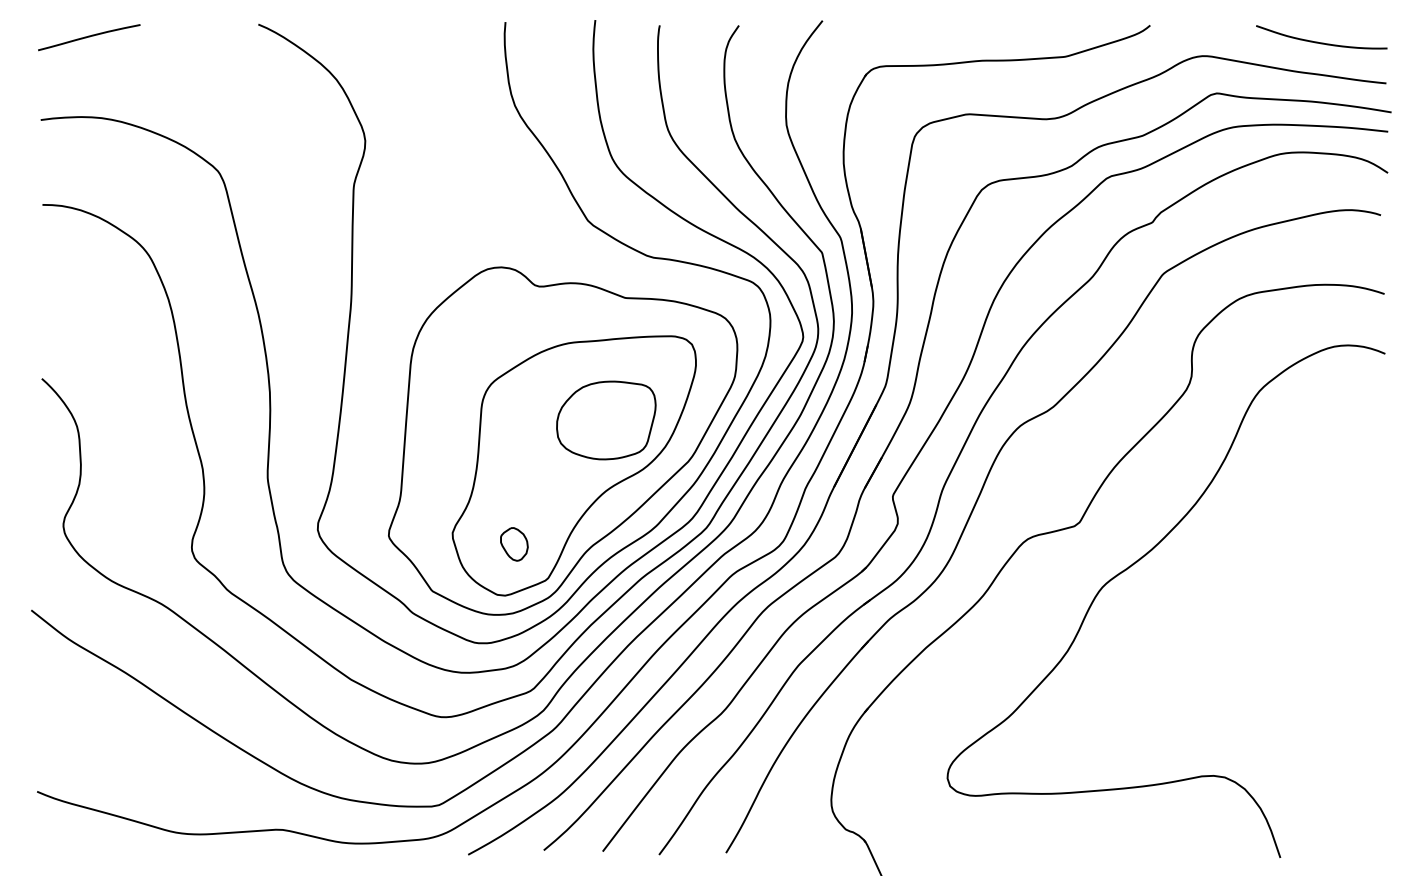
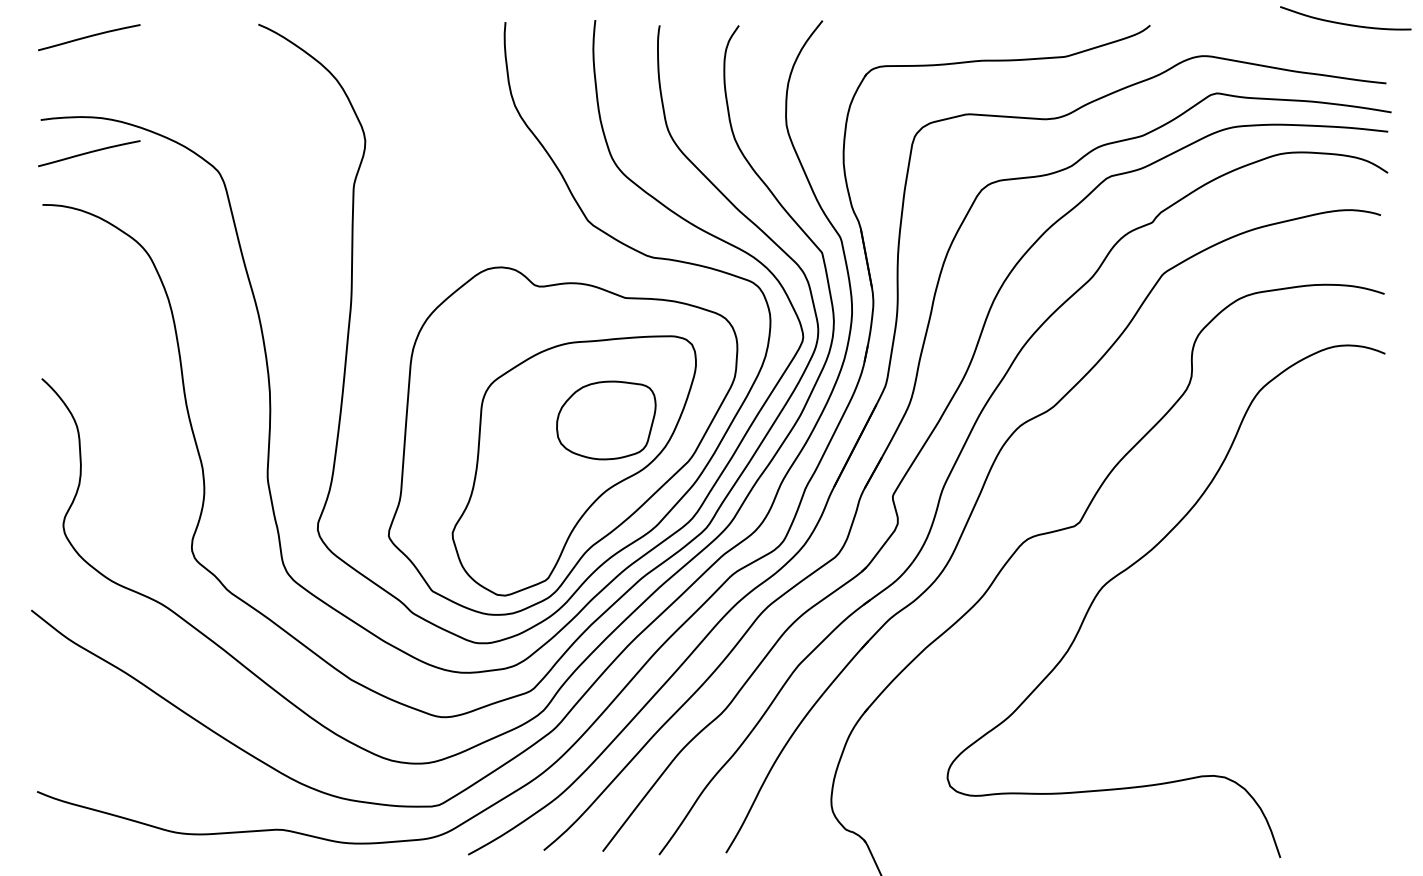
curve at (1318, 41) position: (1318, 41) -> (1342, 22)
curve at (89, 153): none -> present
part at (514, 544): present -> none
